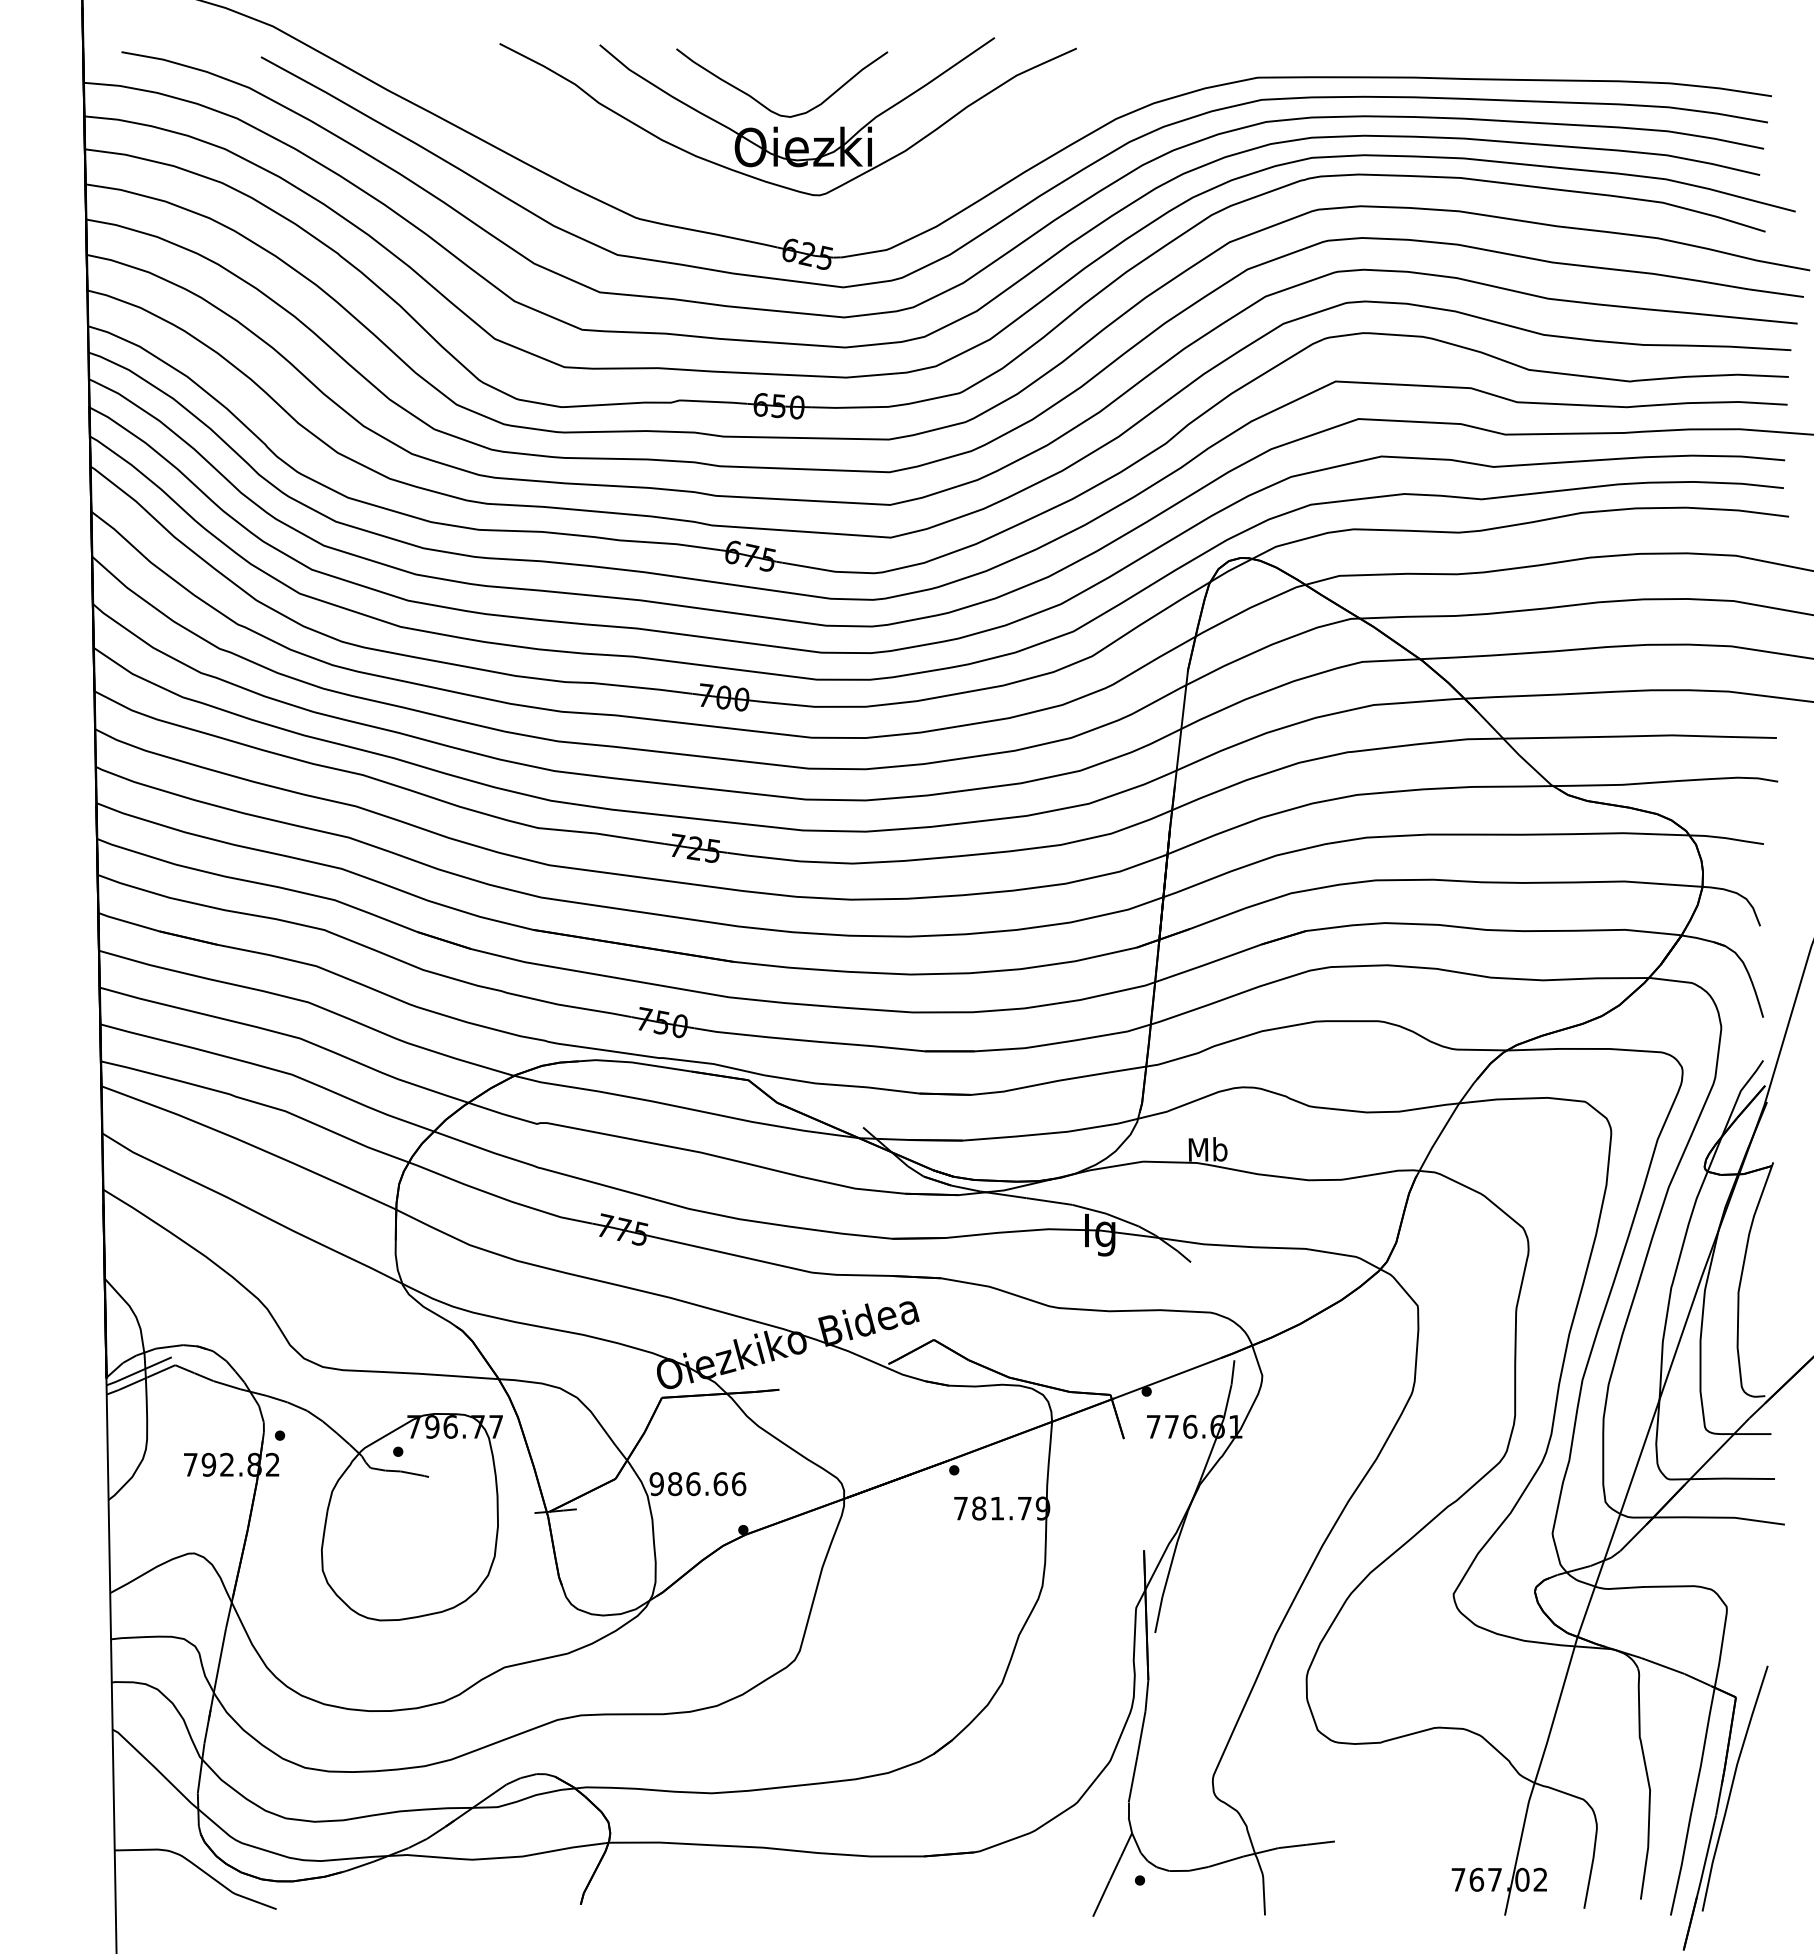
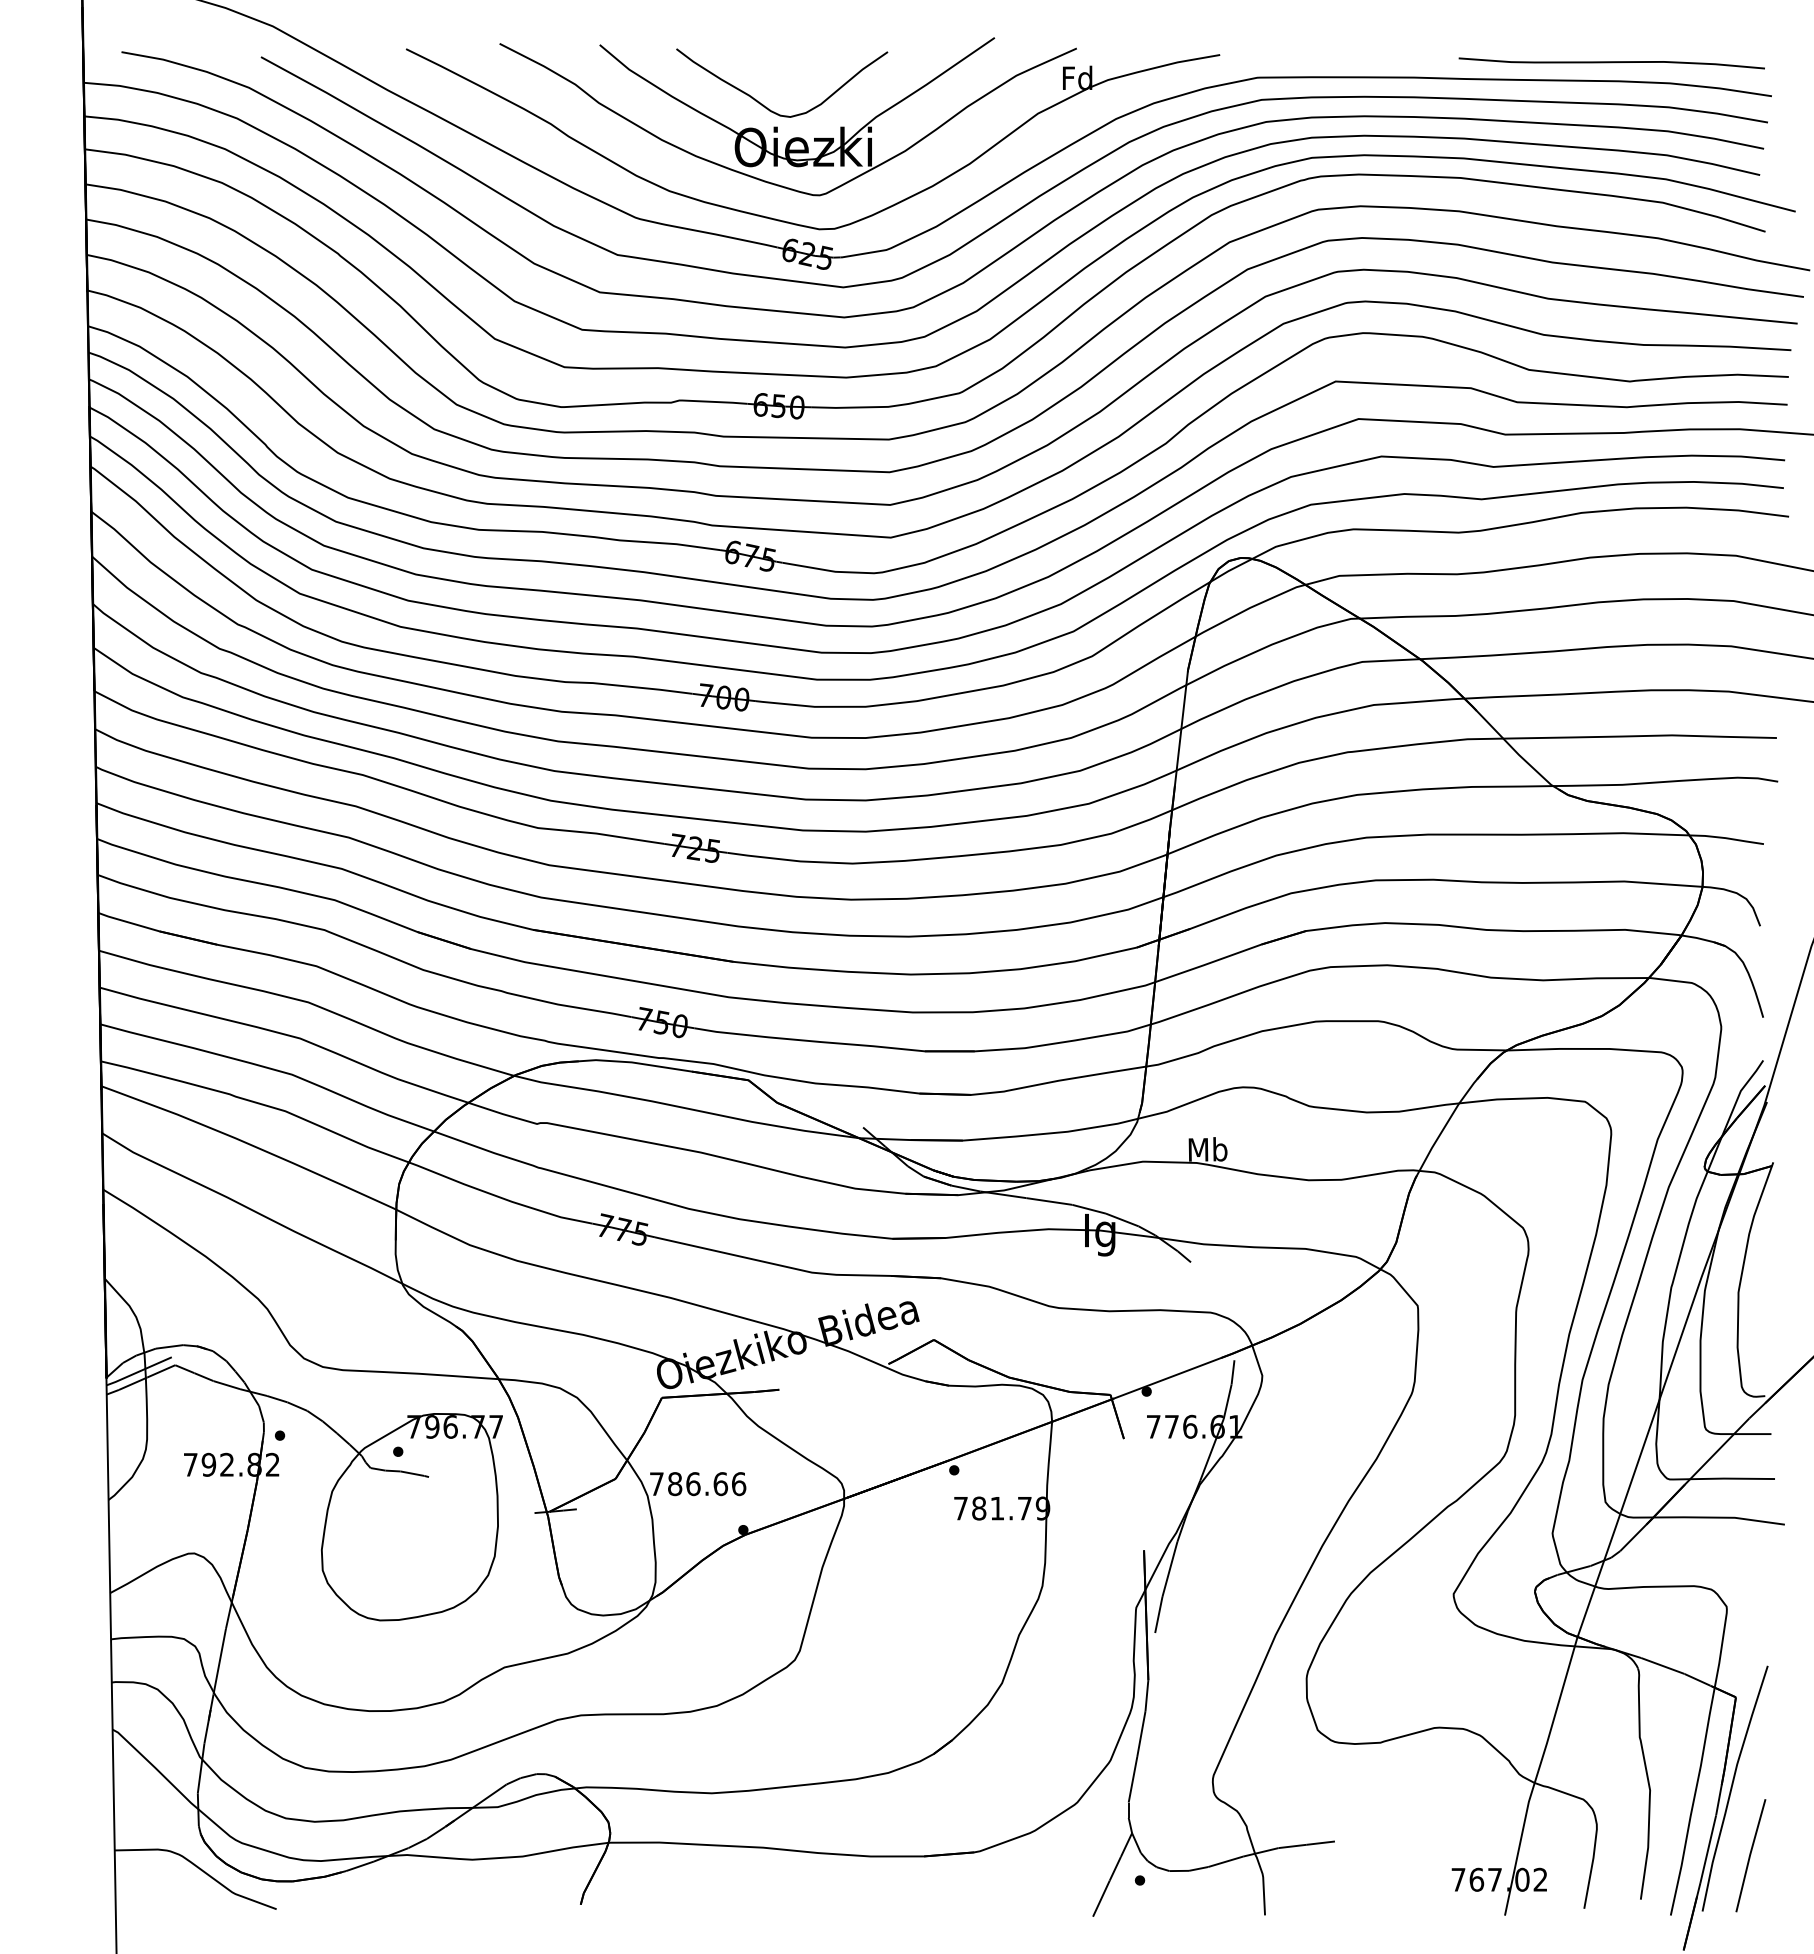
curve at (1611, 63): none -> present
part at (797, 223): none -> present
text at (656, 1484): 986.66 -> 786.66
line at (1750, 1855): none -> present
